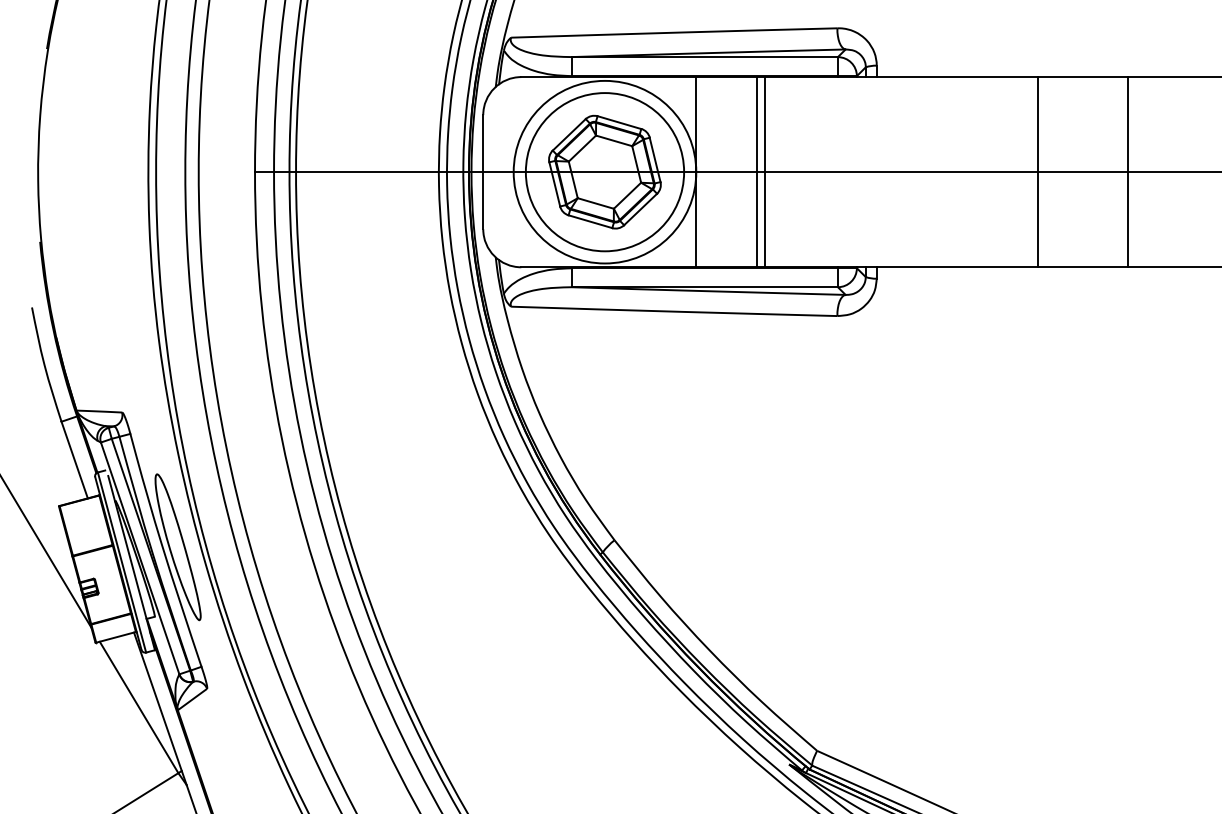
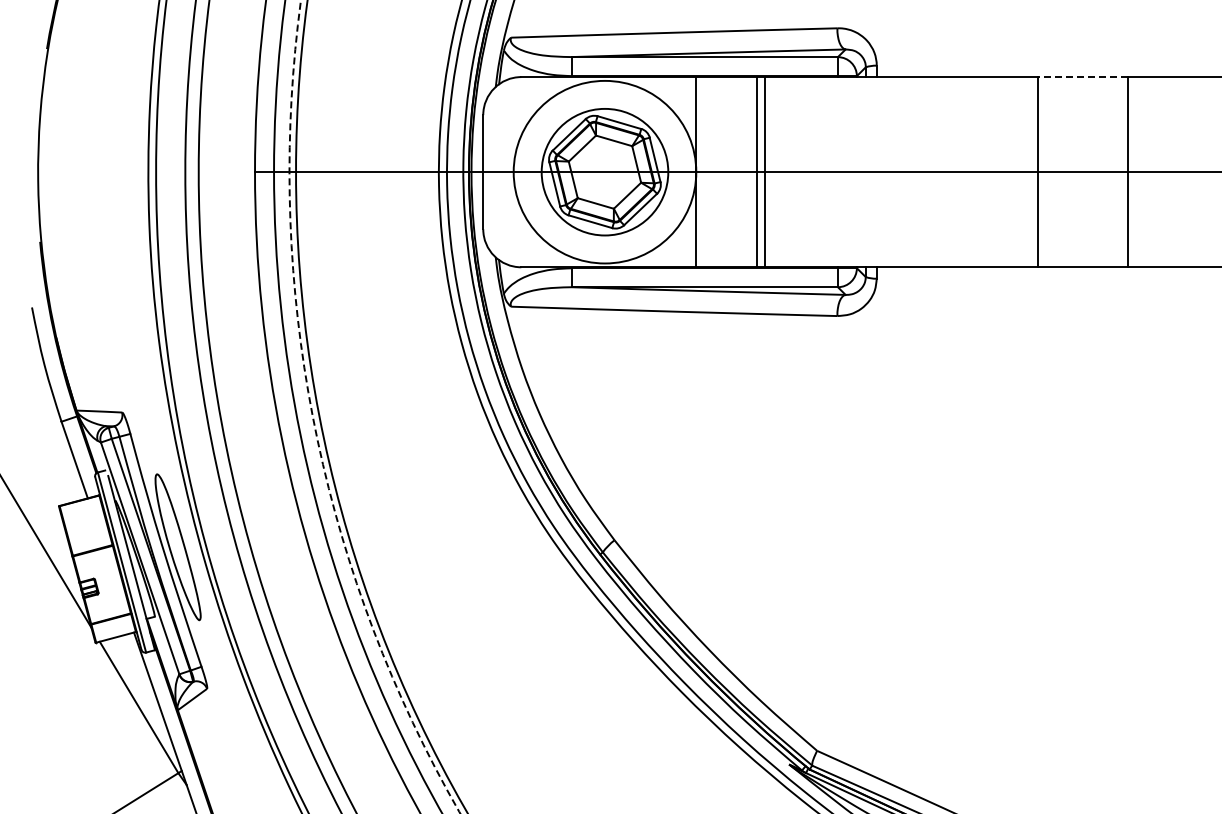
line at (1083, 77): solid -> dashed
circle at (604, 172) diameter: 158 px -> 127 px
arc at (313, 420): solid -> dashed
